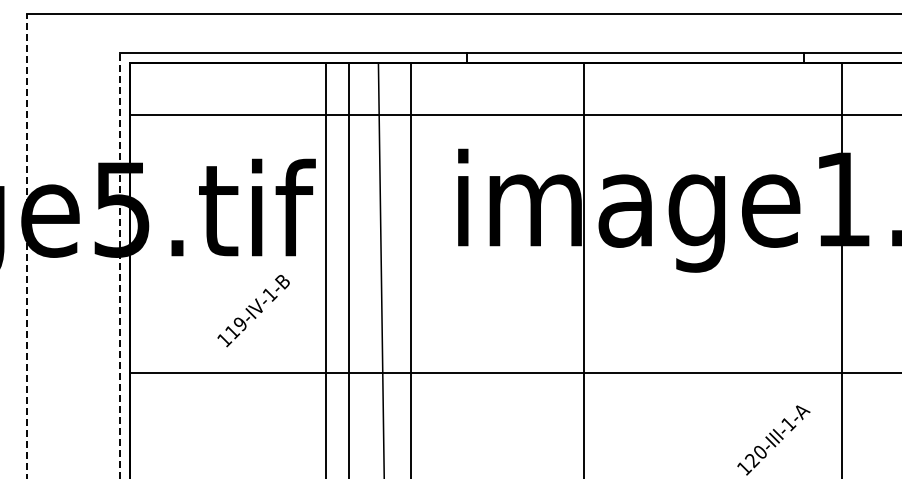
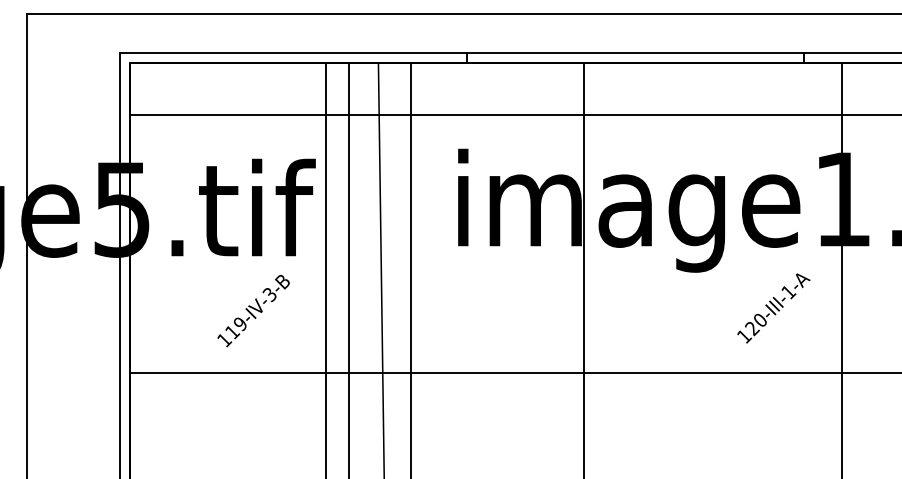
line at (27, 246): dashed -> solid
line at (119, 265): dashed -> solid
text at (269, 295): 119-IV-1-B -> 119-IV-3-B
text at (773, 440) position: (773, 440) -> (773, 308)
